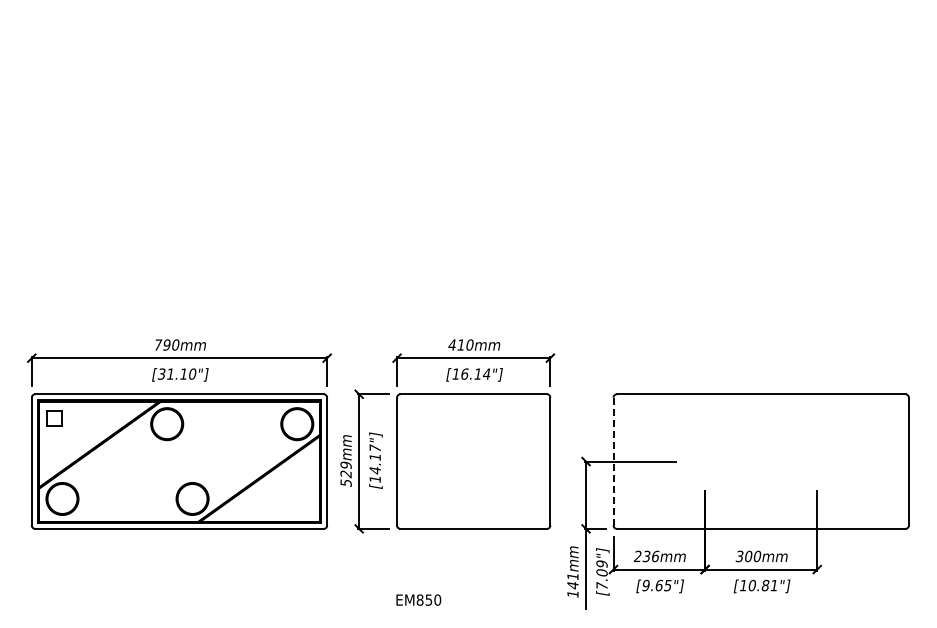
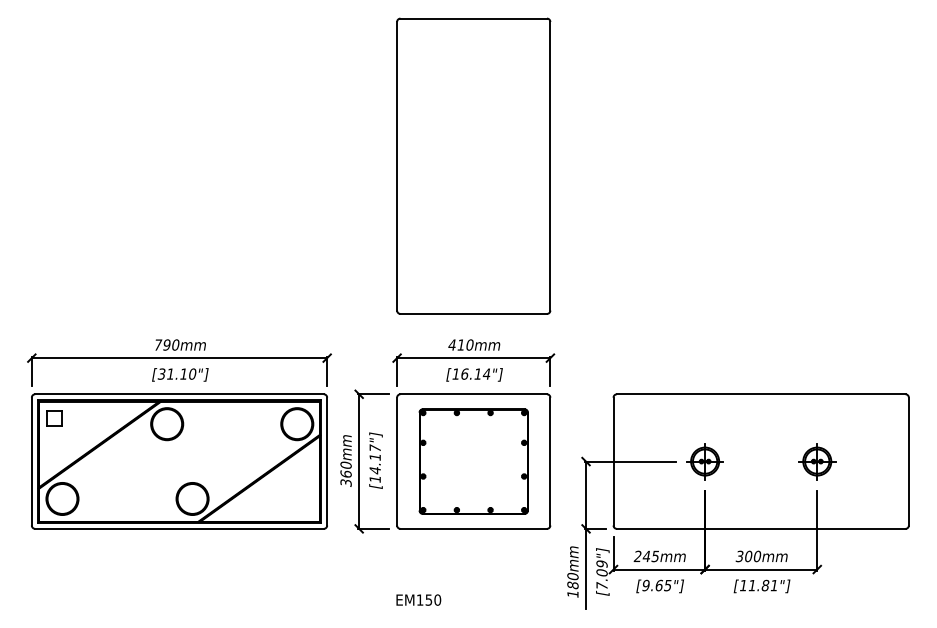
part at (473, 165): none -> present
part at (473, 461): none -> present
line at (613, 461): dashed -> solid
part at (704, 461): none -> present
part at (817, 461): none -> present
text at (345, 473): 529mm -> 360mm
text at (650, 556): 236mm -> 245mm
text at (572, 580): 141mm -> 180mm
text at (751, 585): [10.81"] -> [11.81"]
text at (419, 599): EM850 -> EM150
